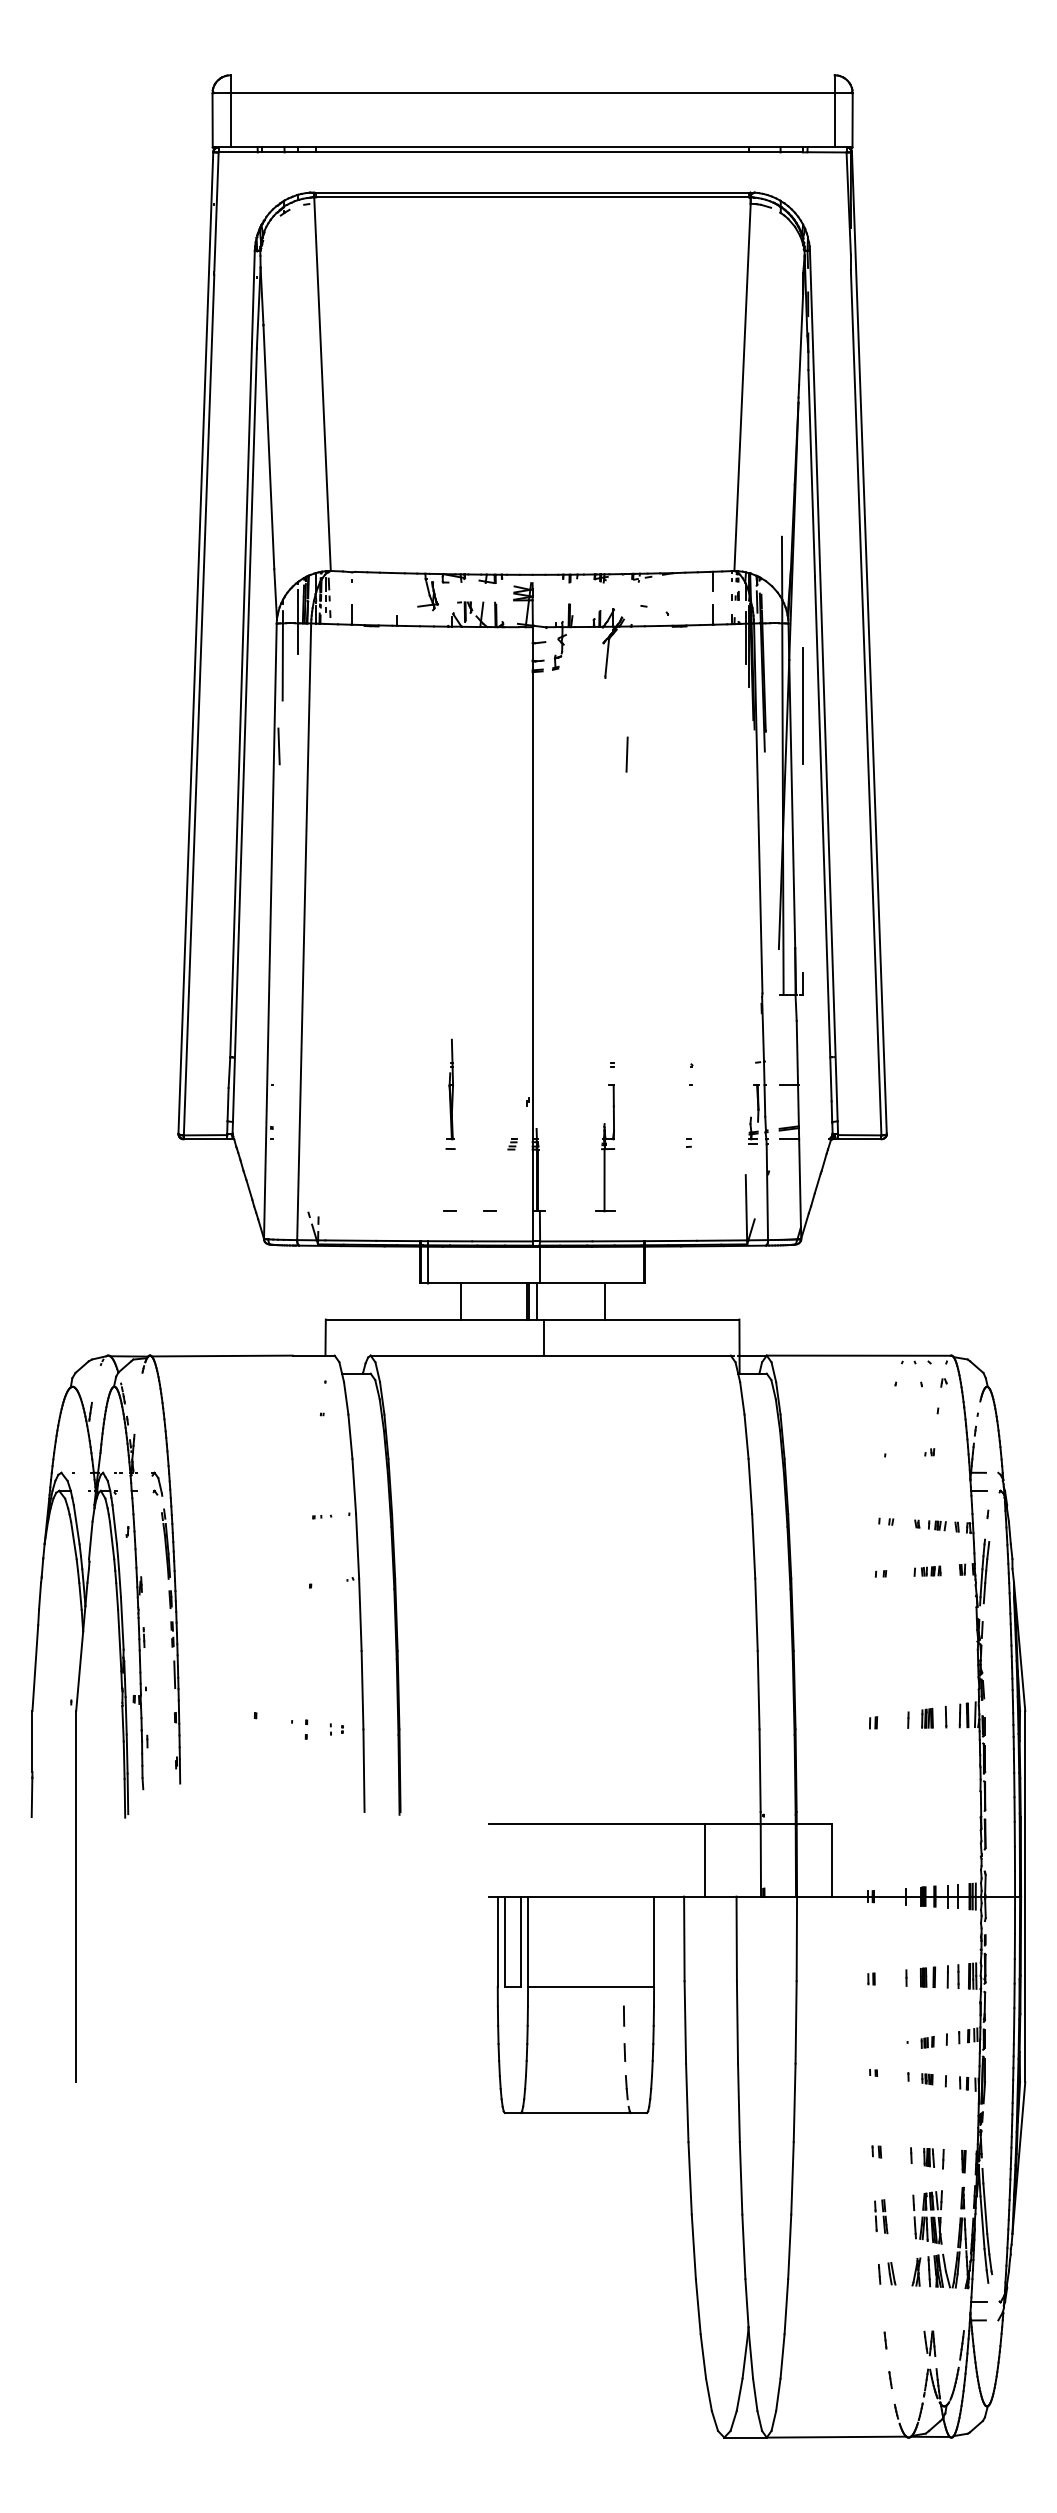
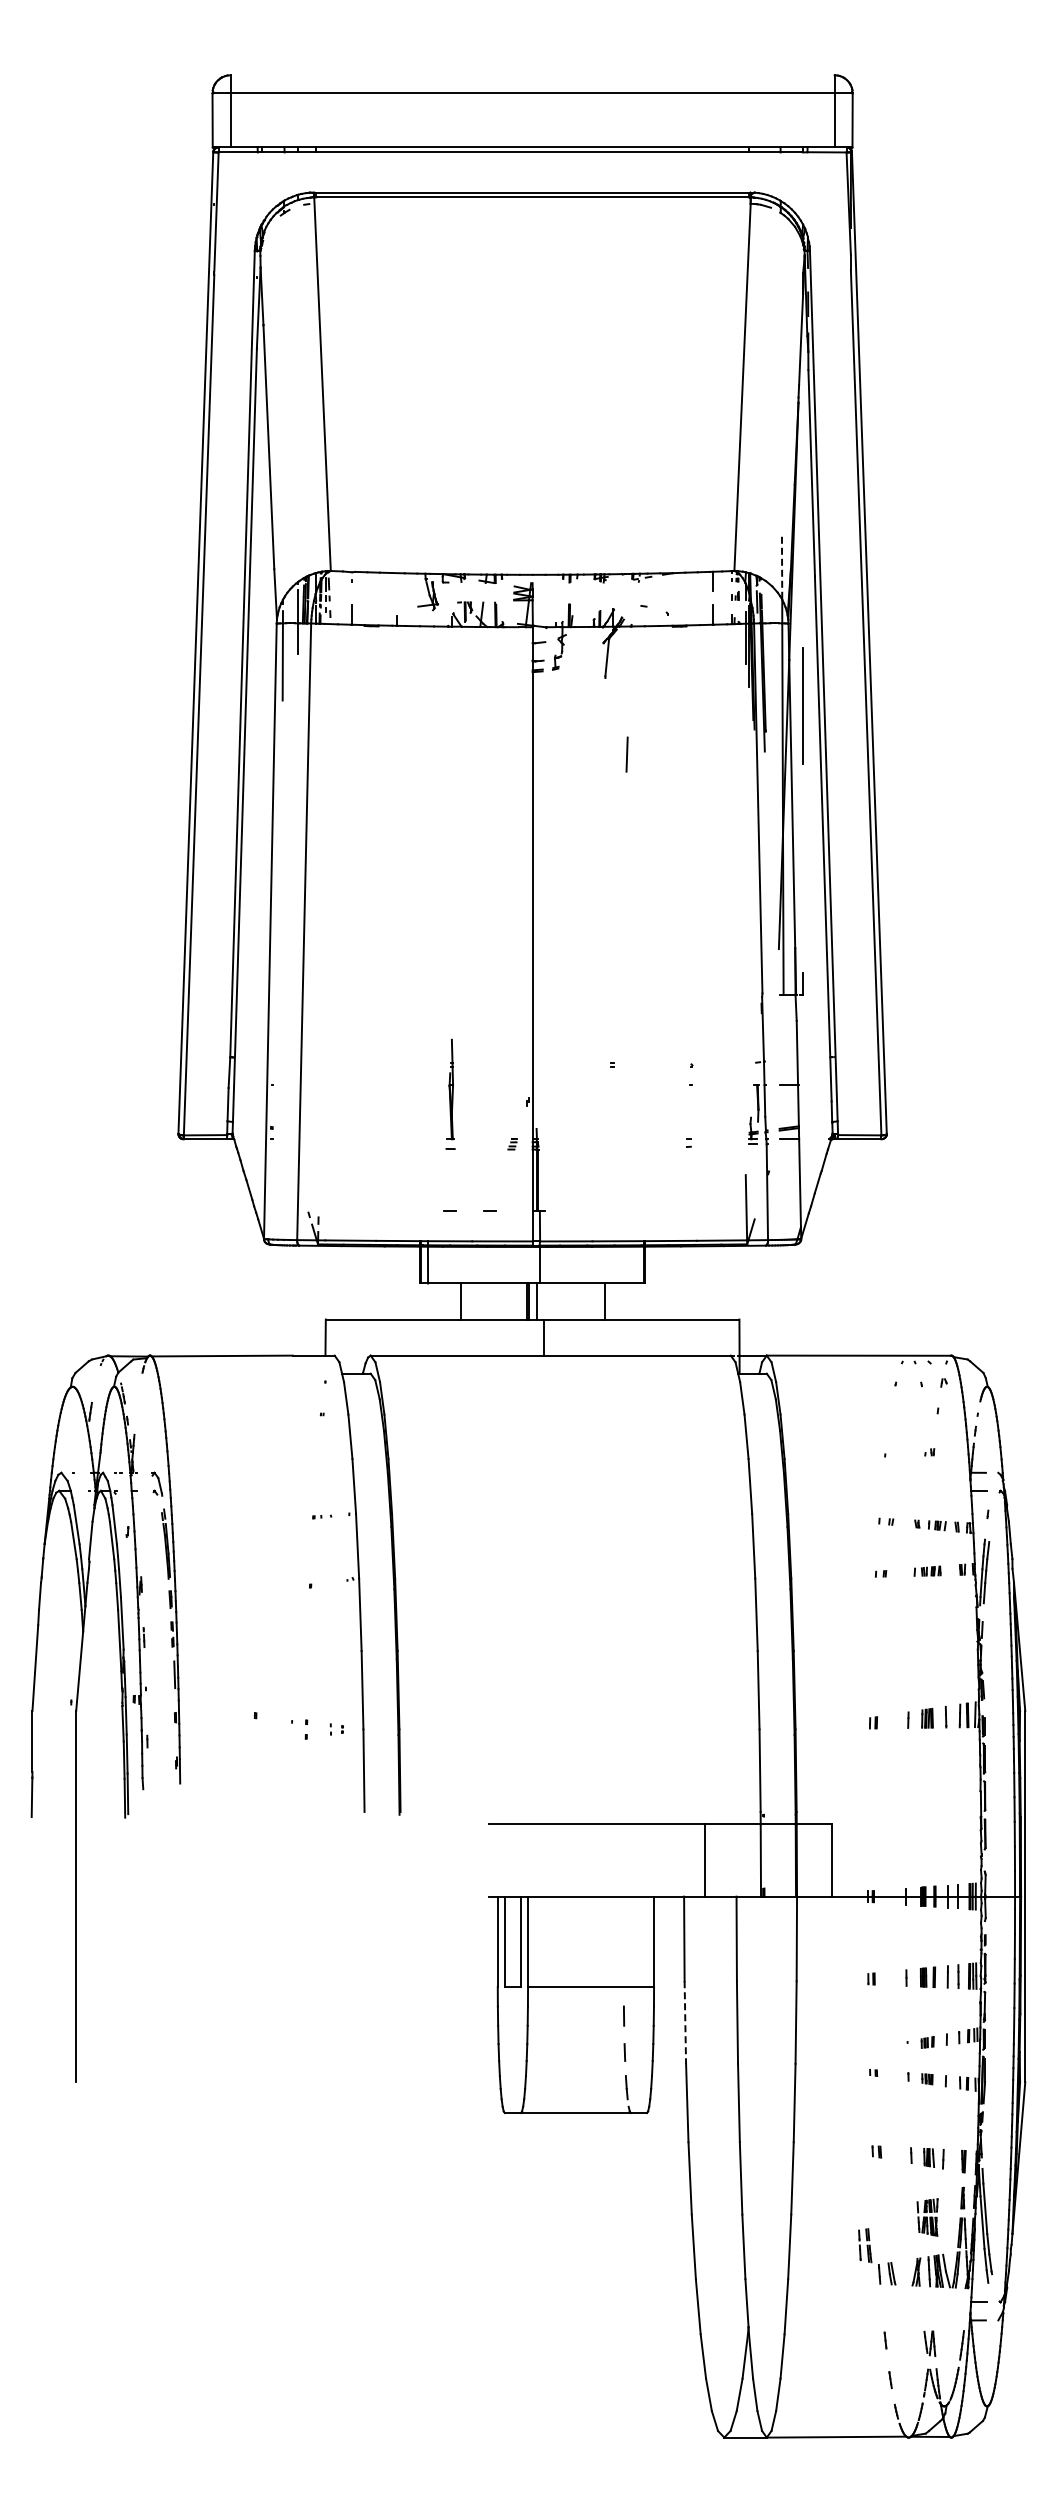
line at (782, 568): solid -> dashed
line at (278, 746): present -> none
part at (605, 1148): present -> none
line at (685, 2023): solid -> dashed
part at (881, 2216) position: (881, 2216) -> (865, 2245)
part at (927, 2217) size: 31x55 px -> 23x39 px
